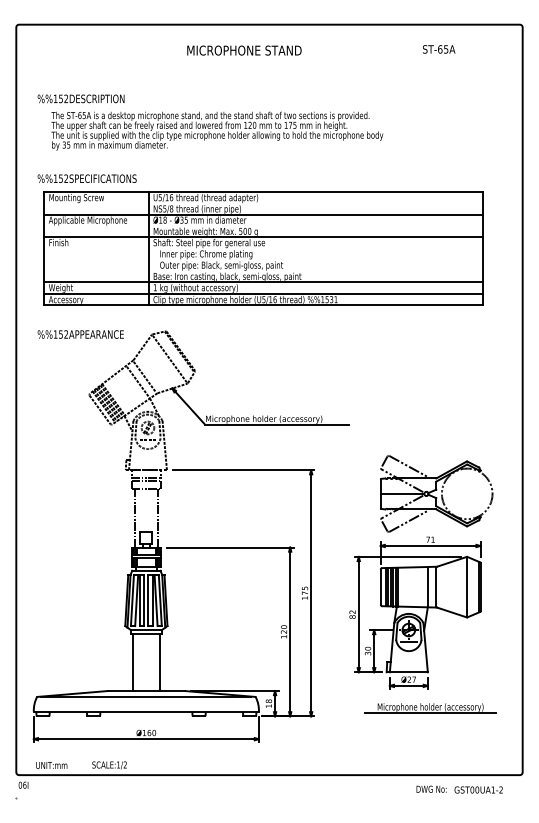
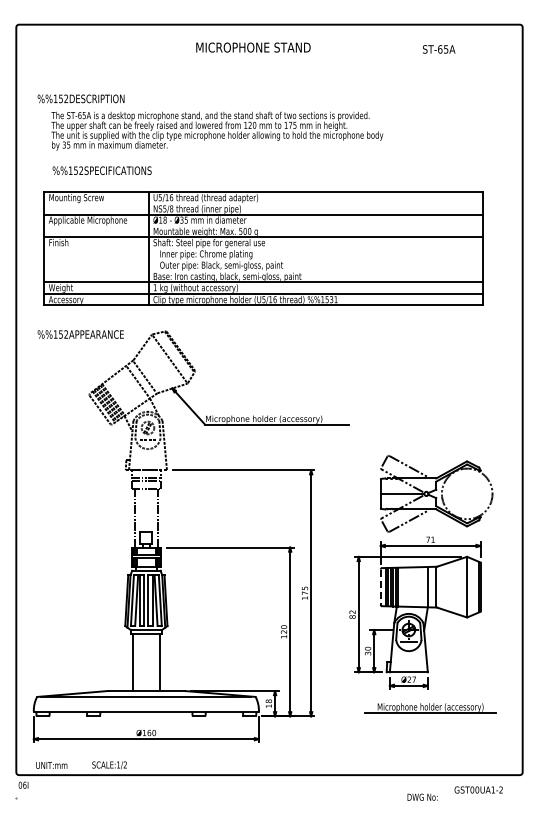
text at (244, 50) position: (244, 50) -> (253, 47)
text at (86, 178) position: (86, 178) -> (101, 170)
line at (380, 587): solid -> dashed
text at (431, 788) position: (431, 788) -> (422, 796)
